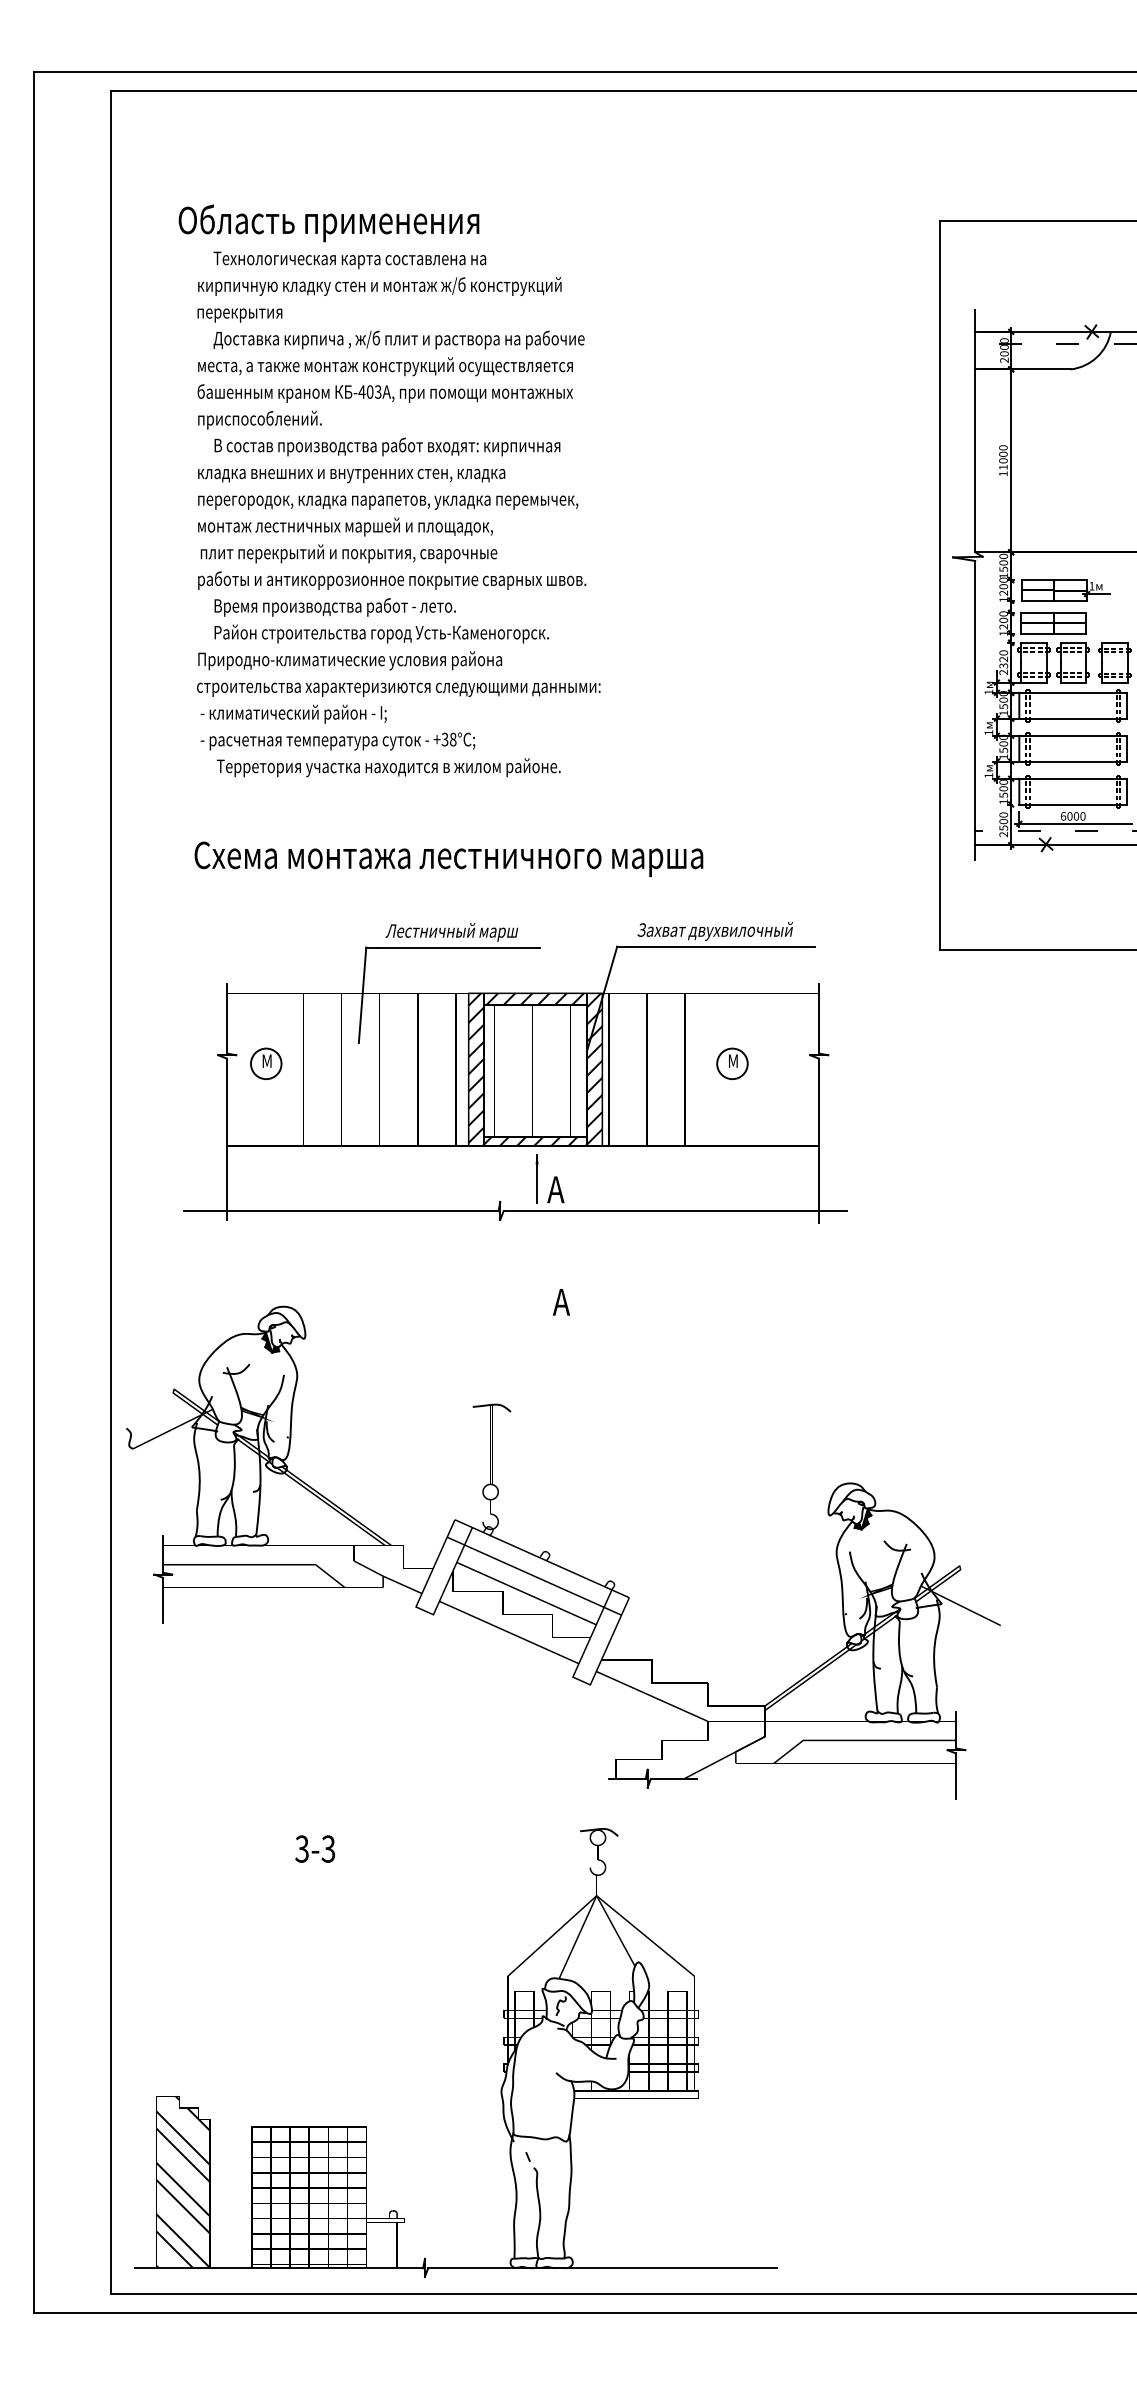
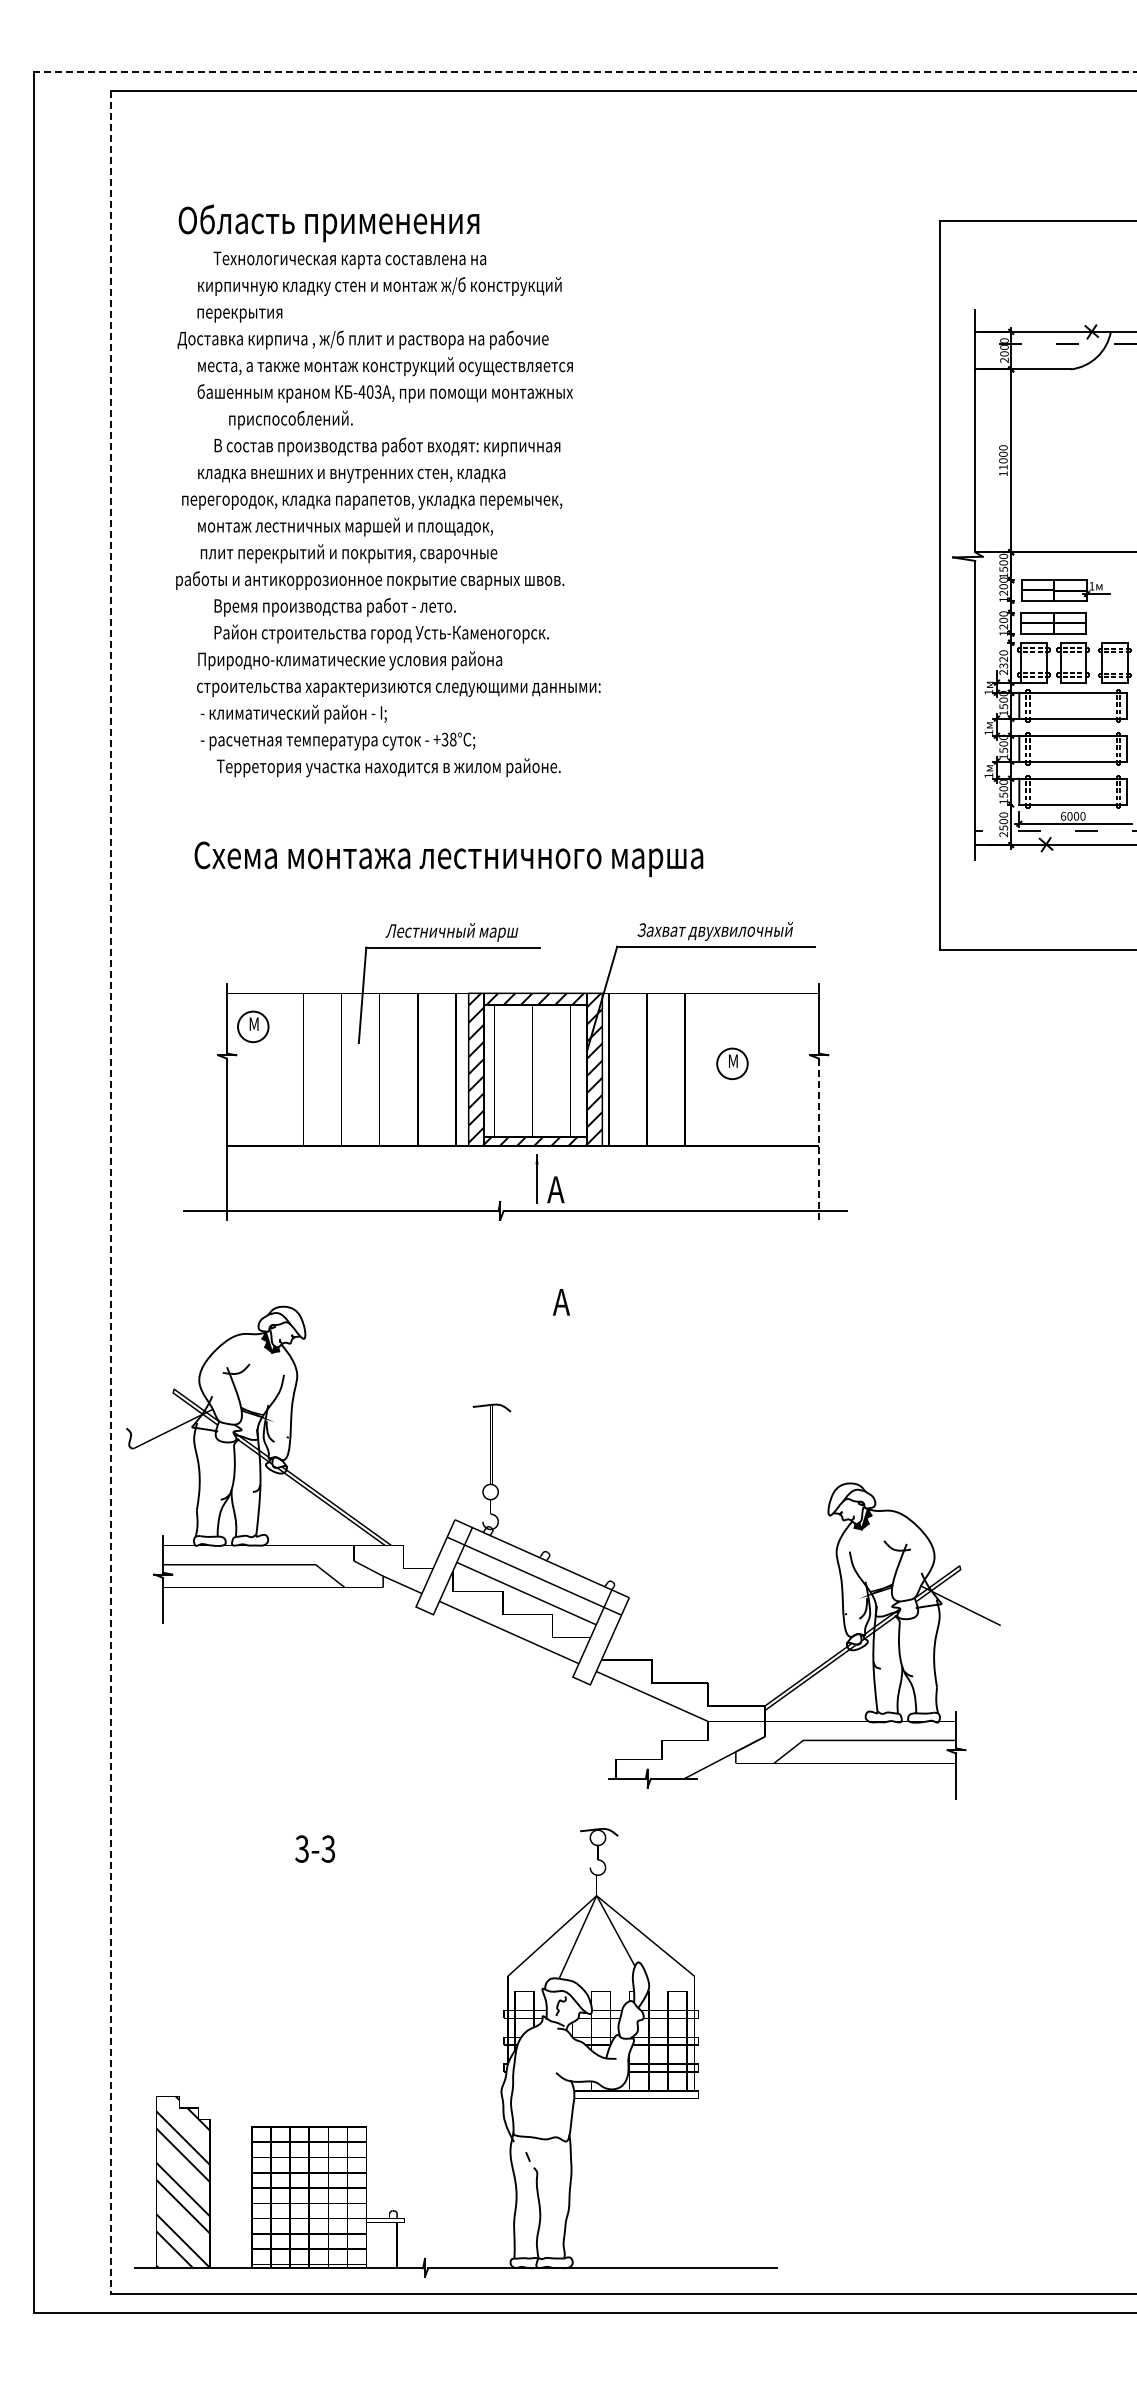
line at (585, 71): solid -> dashed
text at (398, 339) position: (398, 339) -> (362, 339)
text at (259, 419) position: (259, 419) -> (290, 419)
text at (388, 502) position: (388, 502) -> (372, 502)
text at (392, 580) position: (392, 580) -> (370, 580)
part at (266, 1063) position: (266, 1063) -> (253, 1026)
line at (818, 1141): solid -> dashed
line at (111, 1192): solid -> dashed
